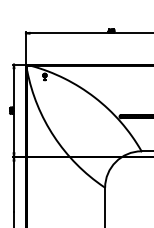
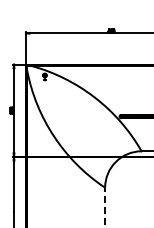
line at (105, 207): solid -> dashed
